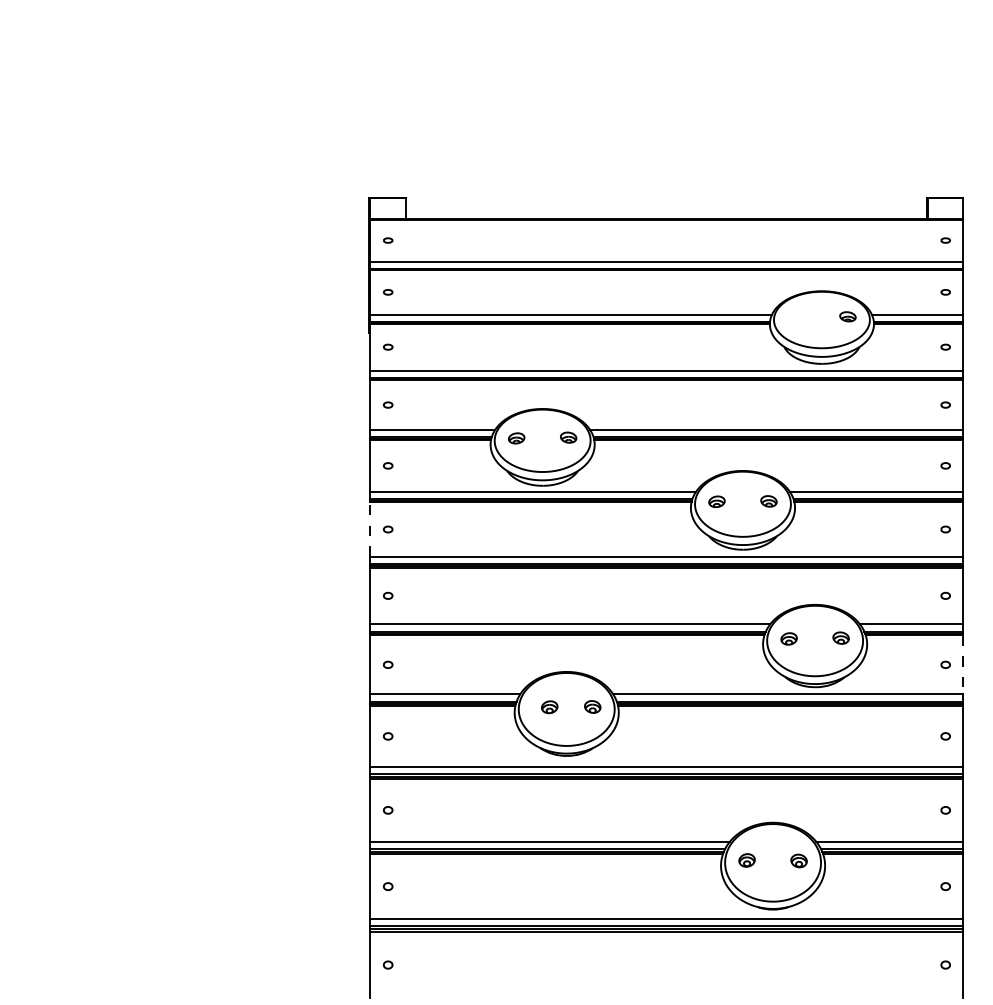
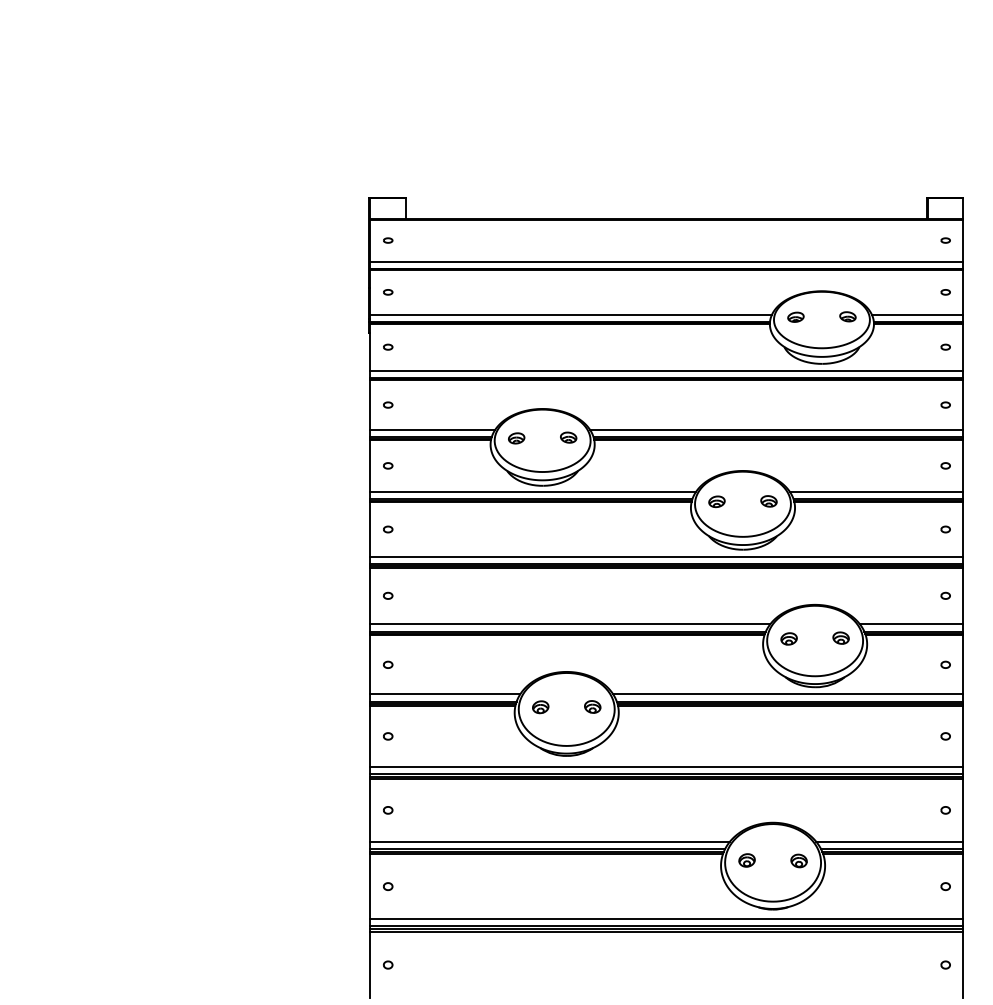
part at (795, 316): none -> present
line at (370, 529): dashed -> solid
line at (963, 665): dashed -> solid
part at (549, 707) position: (549, 707) -> (540, 707)
